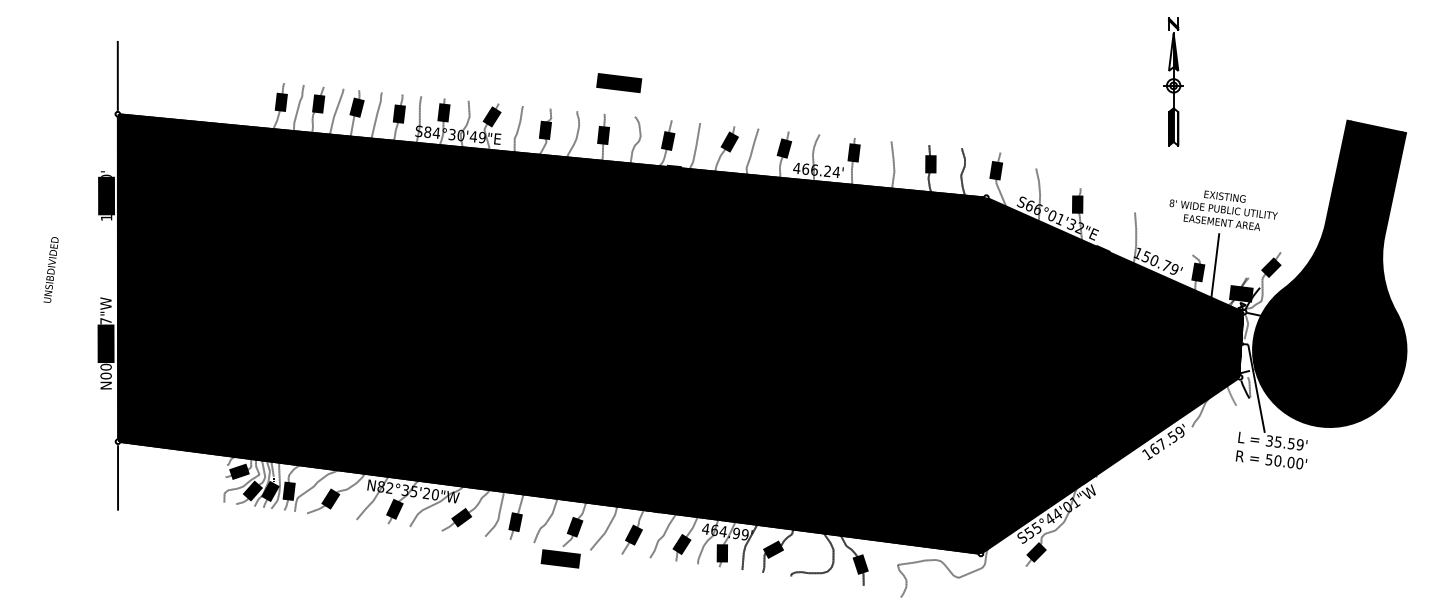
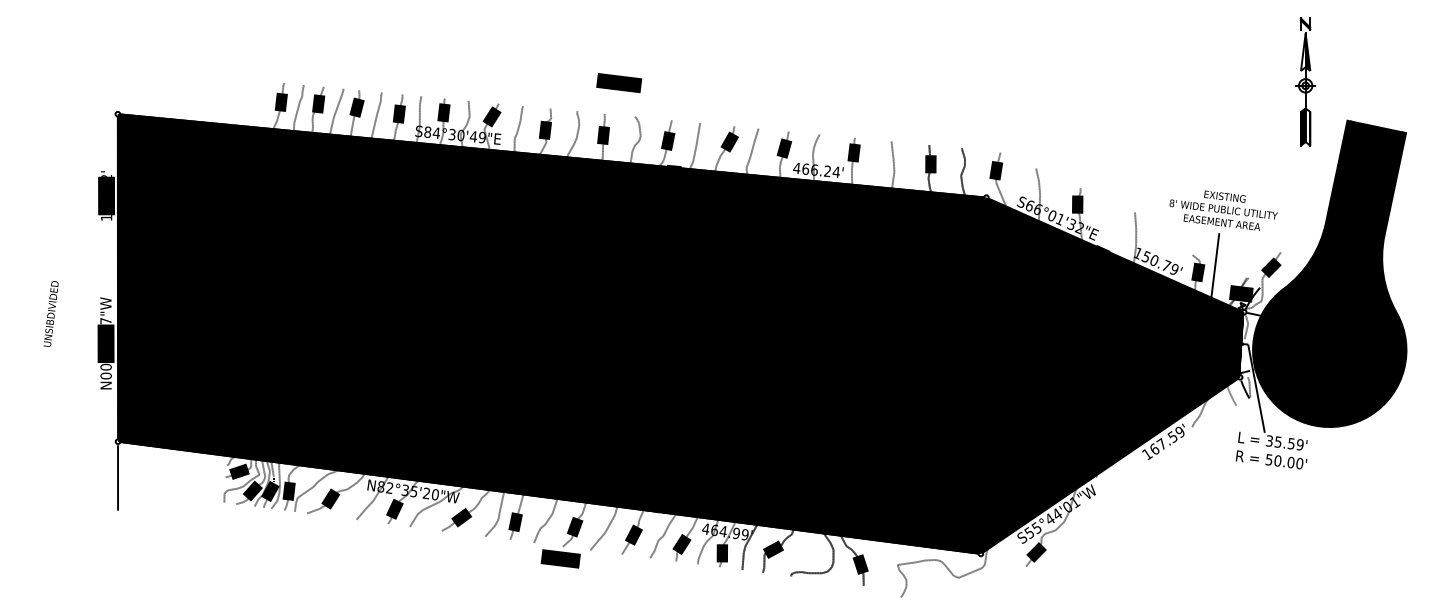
line at (117, 75): present -> none
part at (1173, 81) position: (1173, 81) -> (1305, 81)
text at (107, 175): 175.00' -> 175.02'
text at (50, 269) position: (50, 269) -> (50, 313)
